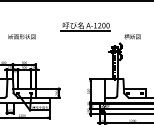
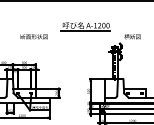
text at (21, 36) position: (21, 36) -> (33, 36)
